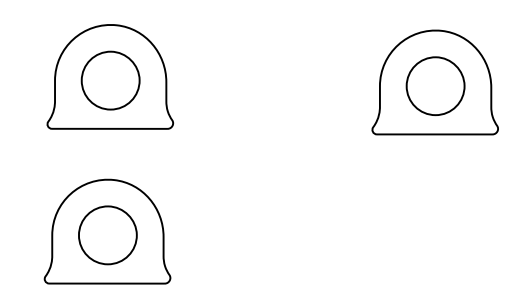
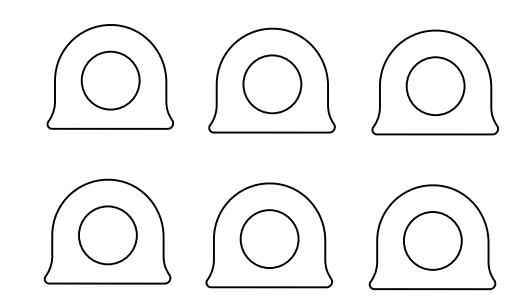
part at (271, 80): none -> present
part at (268, 235): none -> present
part at (432, 237): none -> present
